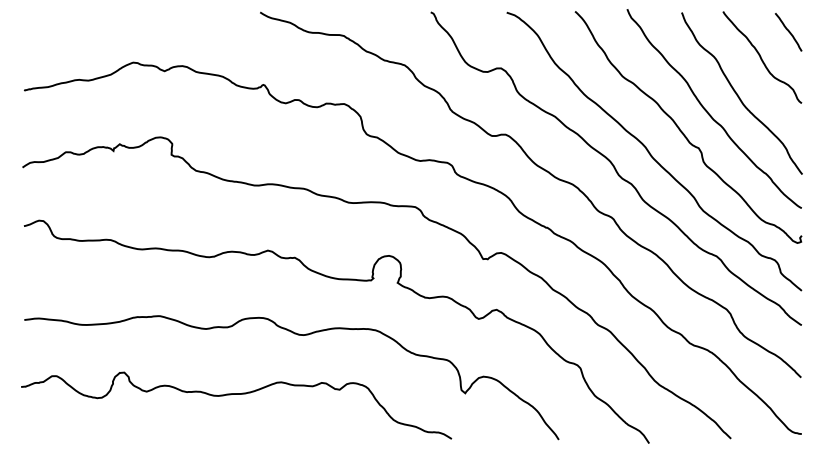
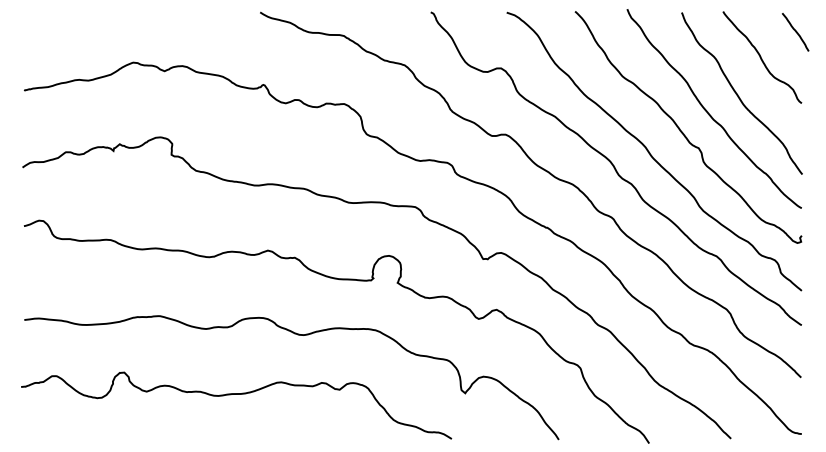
curve at (788, 32) position: (788, 32) -> (795, 32)
